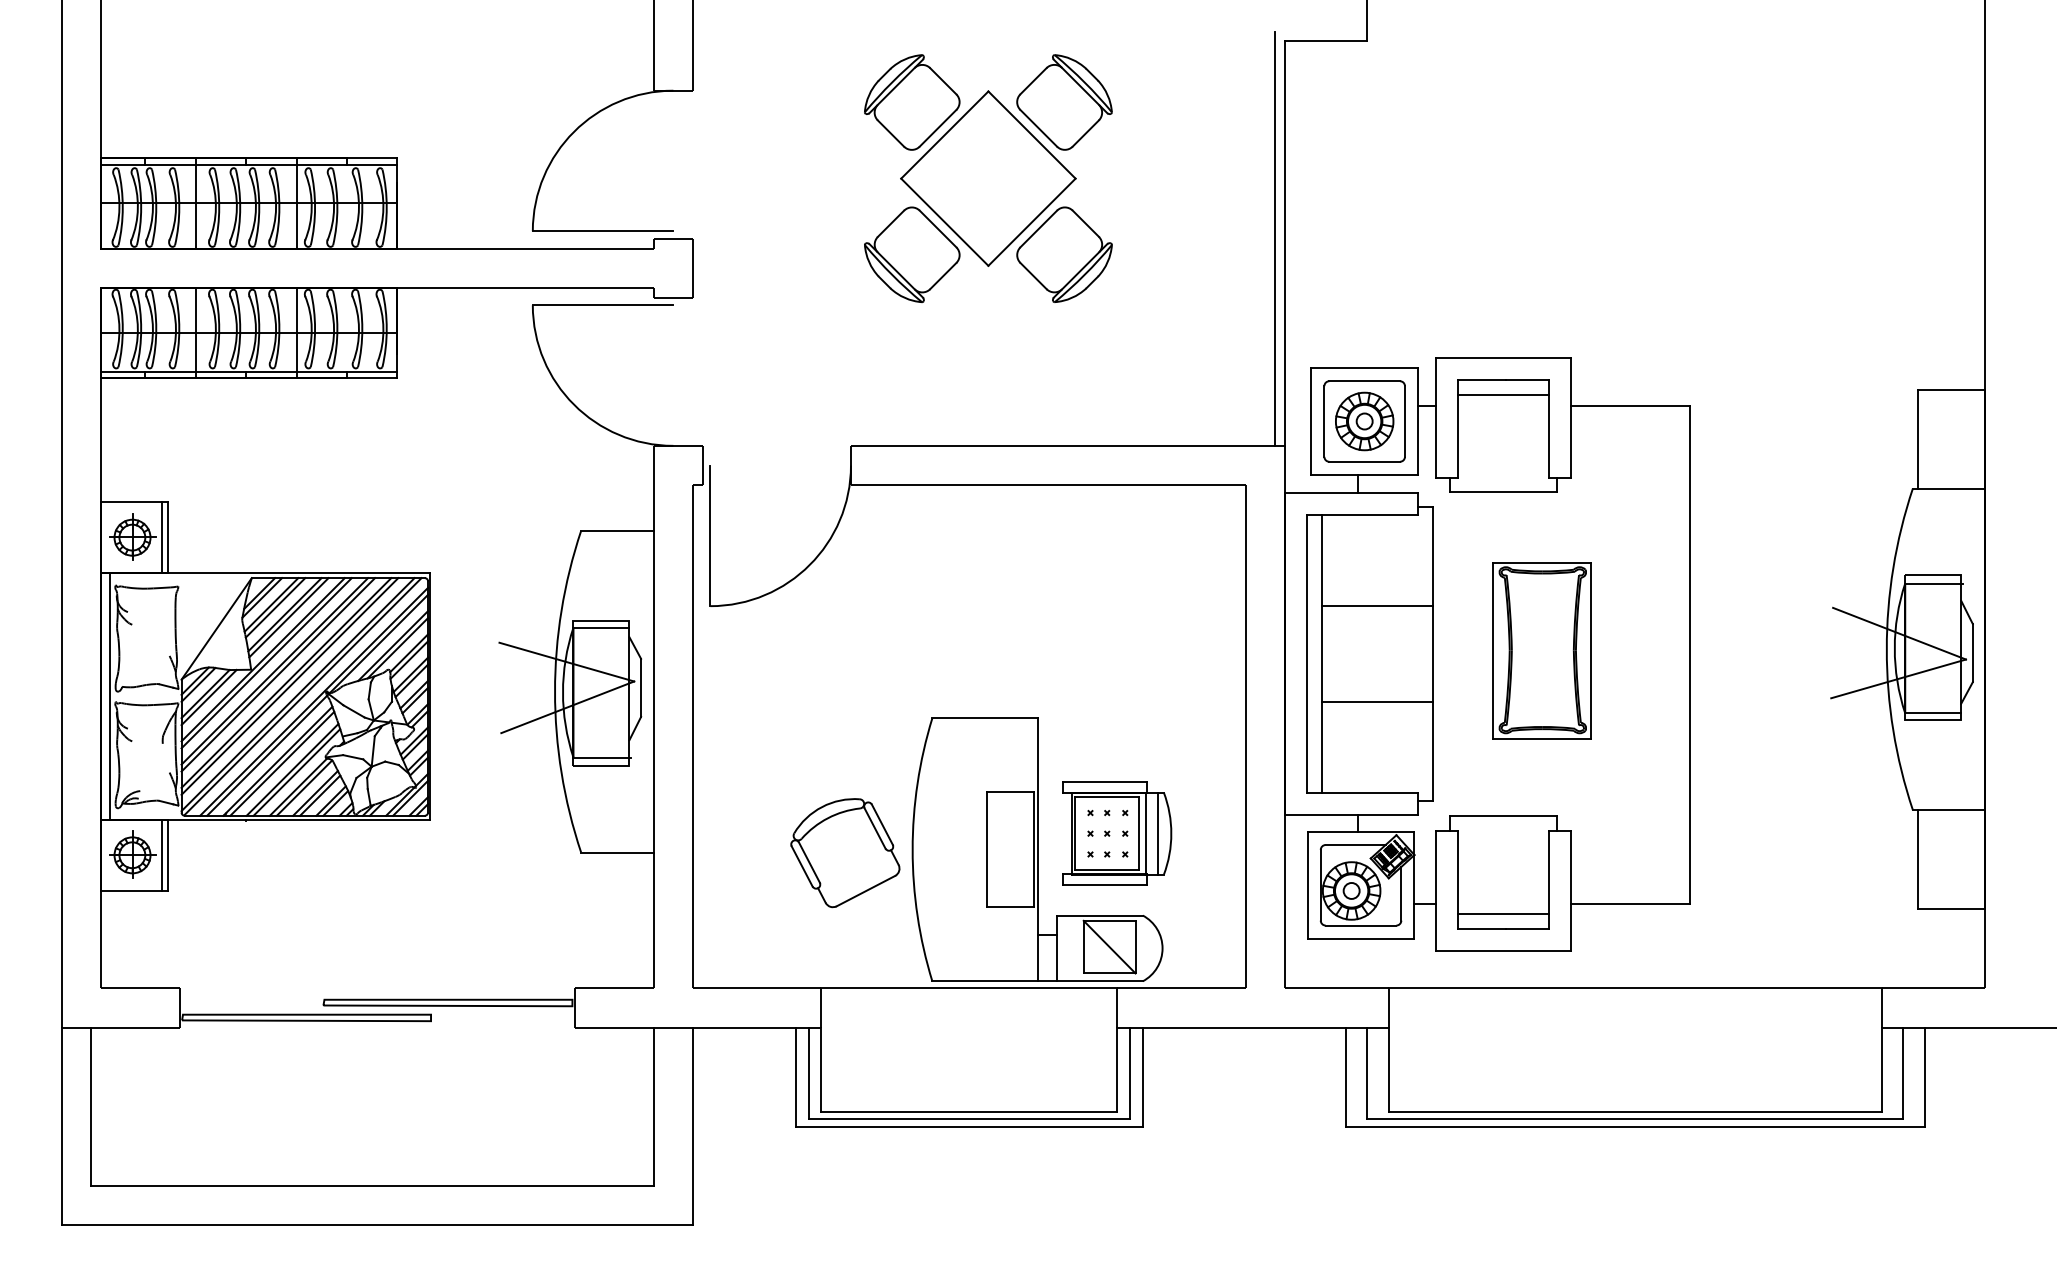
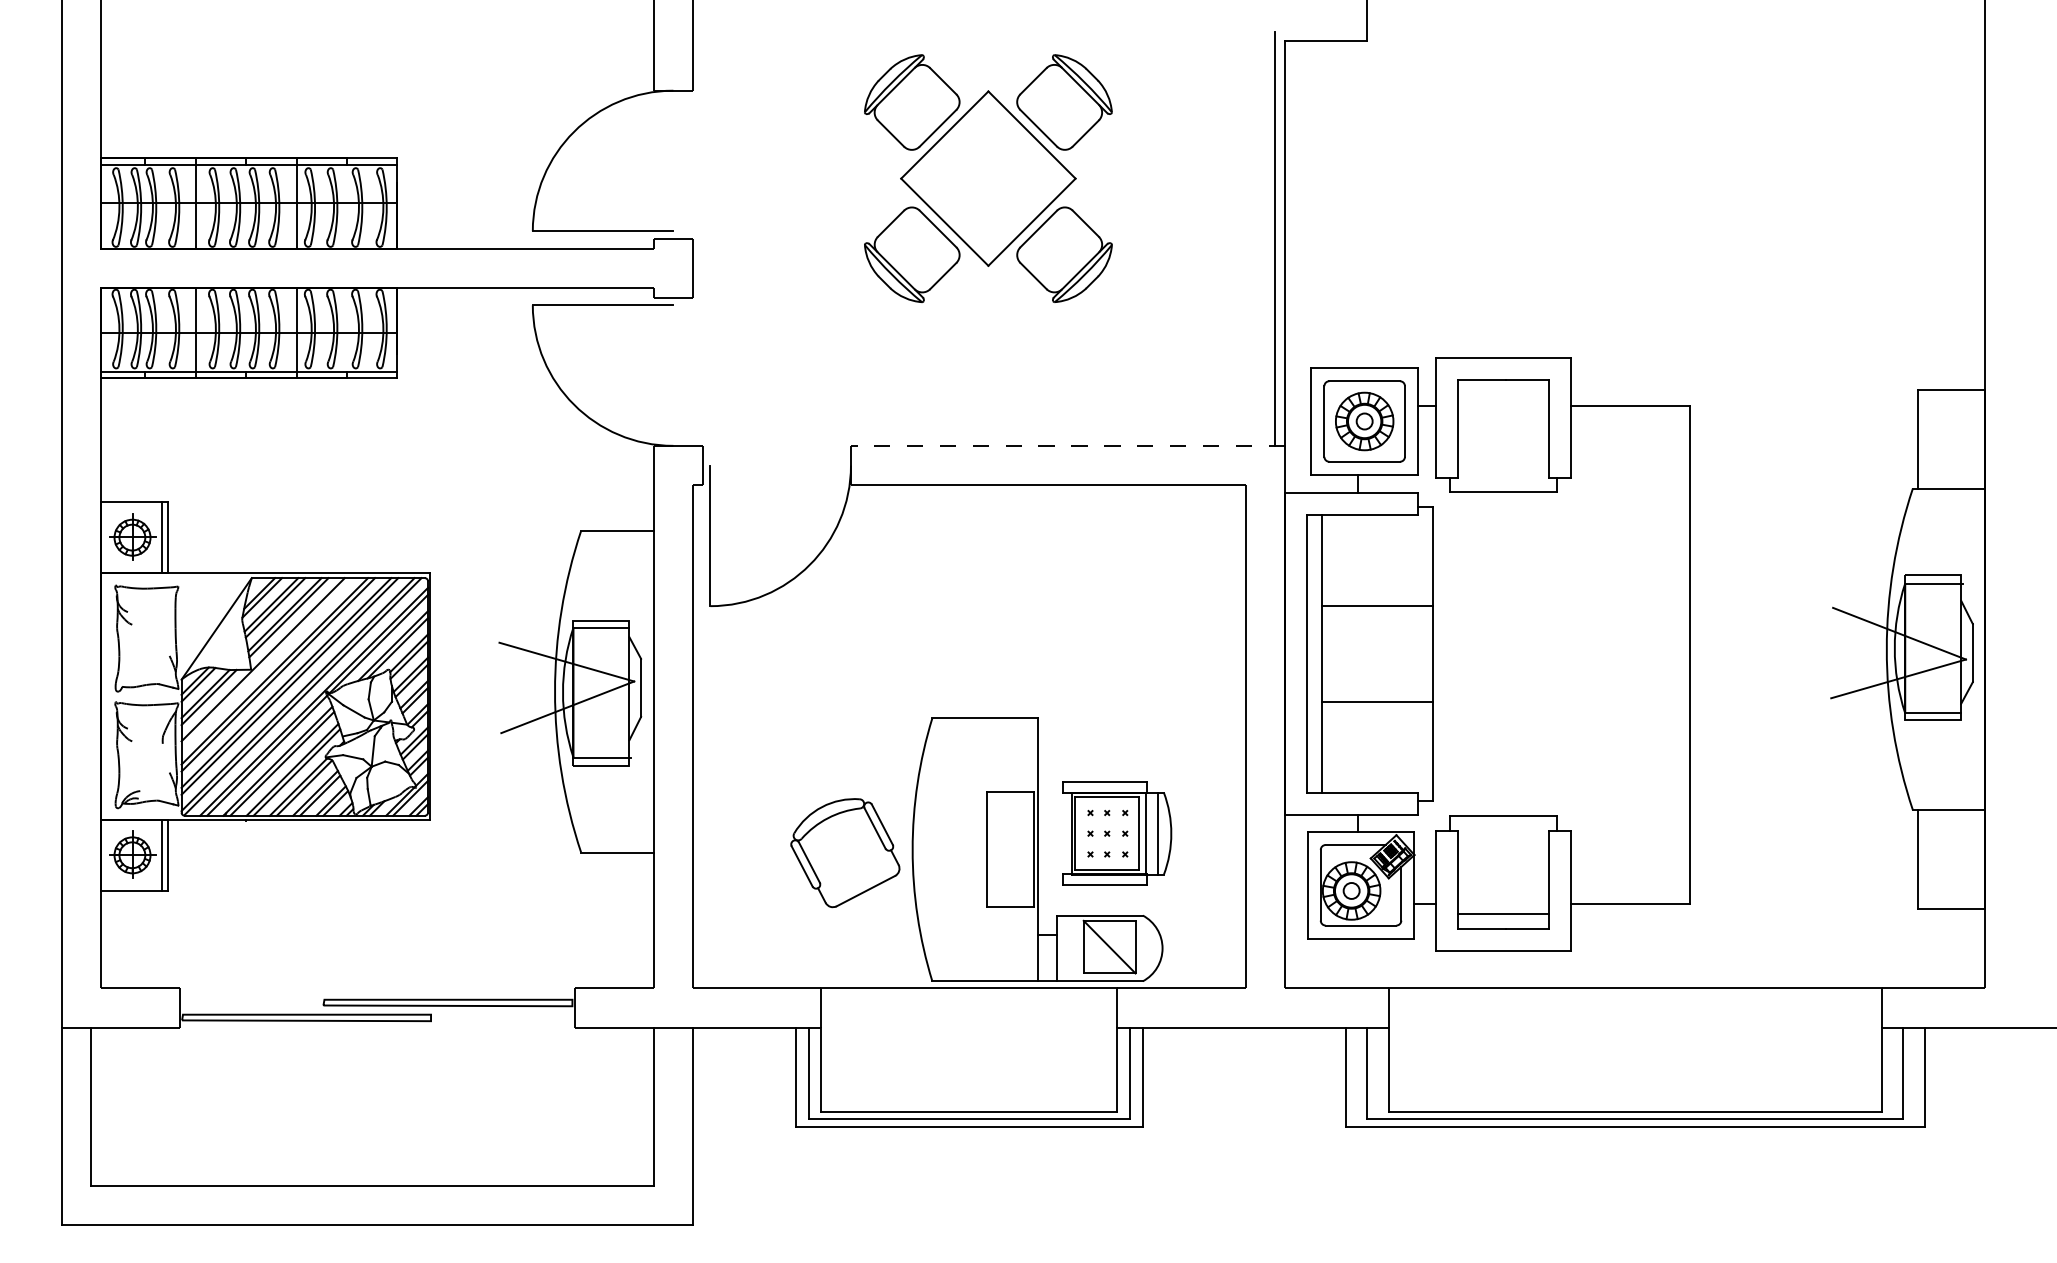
line at (1503, 394): present -> none
line at (1067, 445): solid -> dashed
part at (1541, 650): present -> none
line at (266, 663): present -> none
line at (109, 696): present -> none
